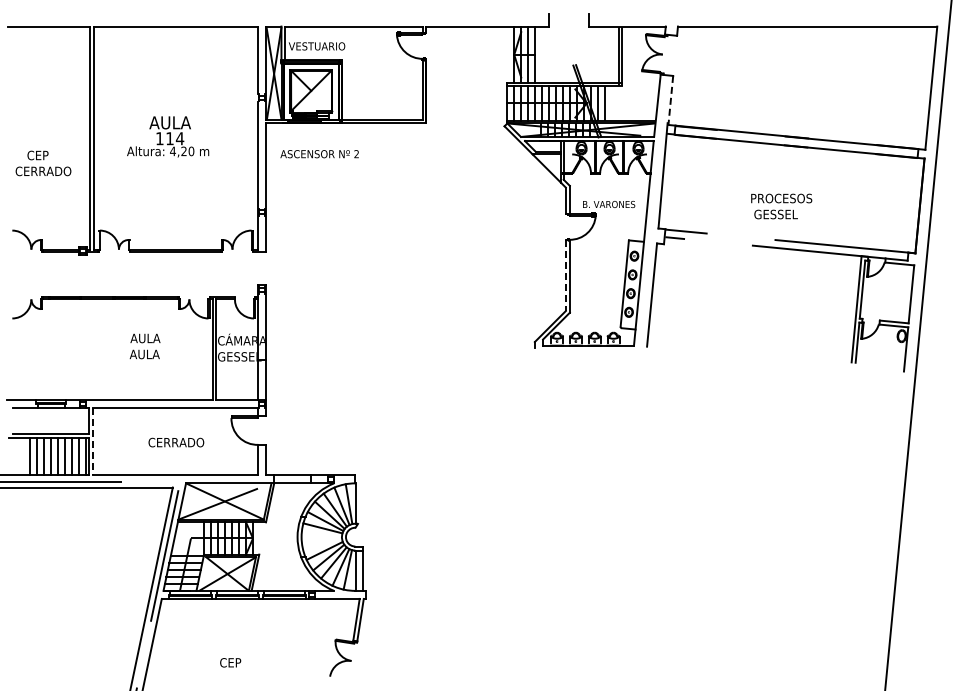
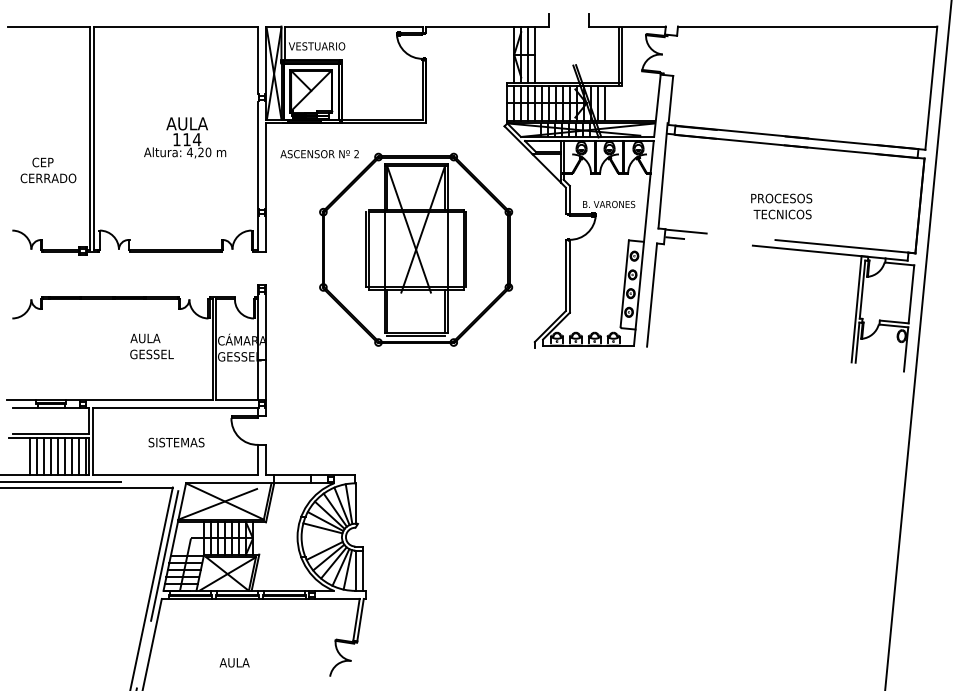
line at (670, 100): dashed -> solid
text at (168, 136) position: (168, 136) -> (185, 137)
text at (43, 163) position: (43, 163) -> (48, 170)
text at (782, 214): GESSEL -> TECNICOS
part at (416, 249): none -> present
line at (565, 276): dashed -> solid
text at (151, 354): AULA -> GESSEL
line at (93, 441): dashed -> solid
text at (176, 442): CERRADO -> SISTEMAS
text at (234, 662): CEP -> AULA
